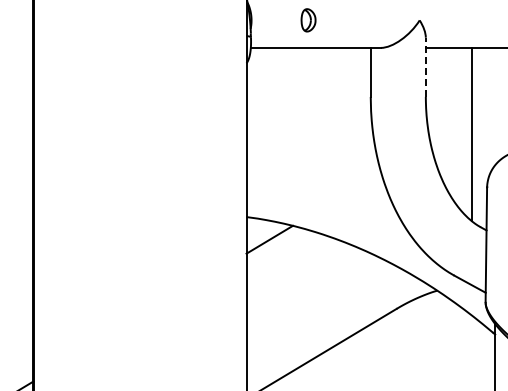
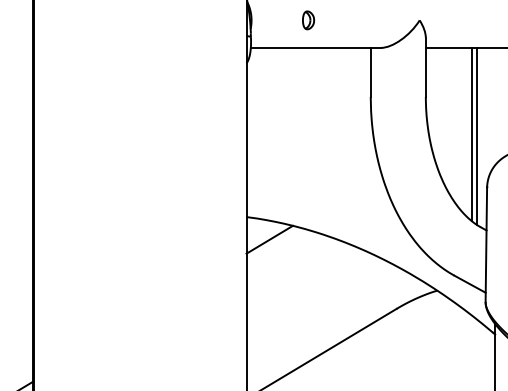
part at (308, 20) size: 17x25 px -> 13x21 px
line at (425, 67): dashed -> solid
line at (476, 135): none -> present
